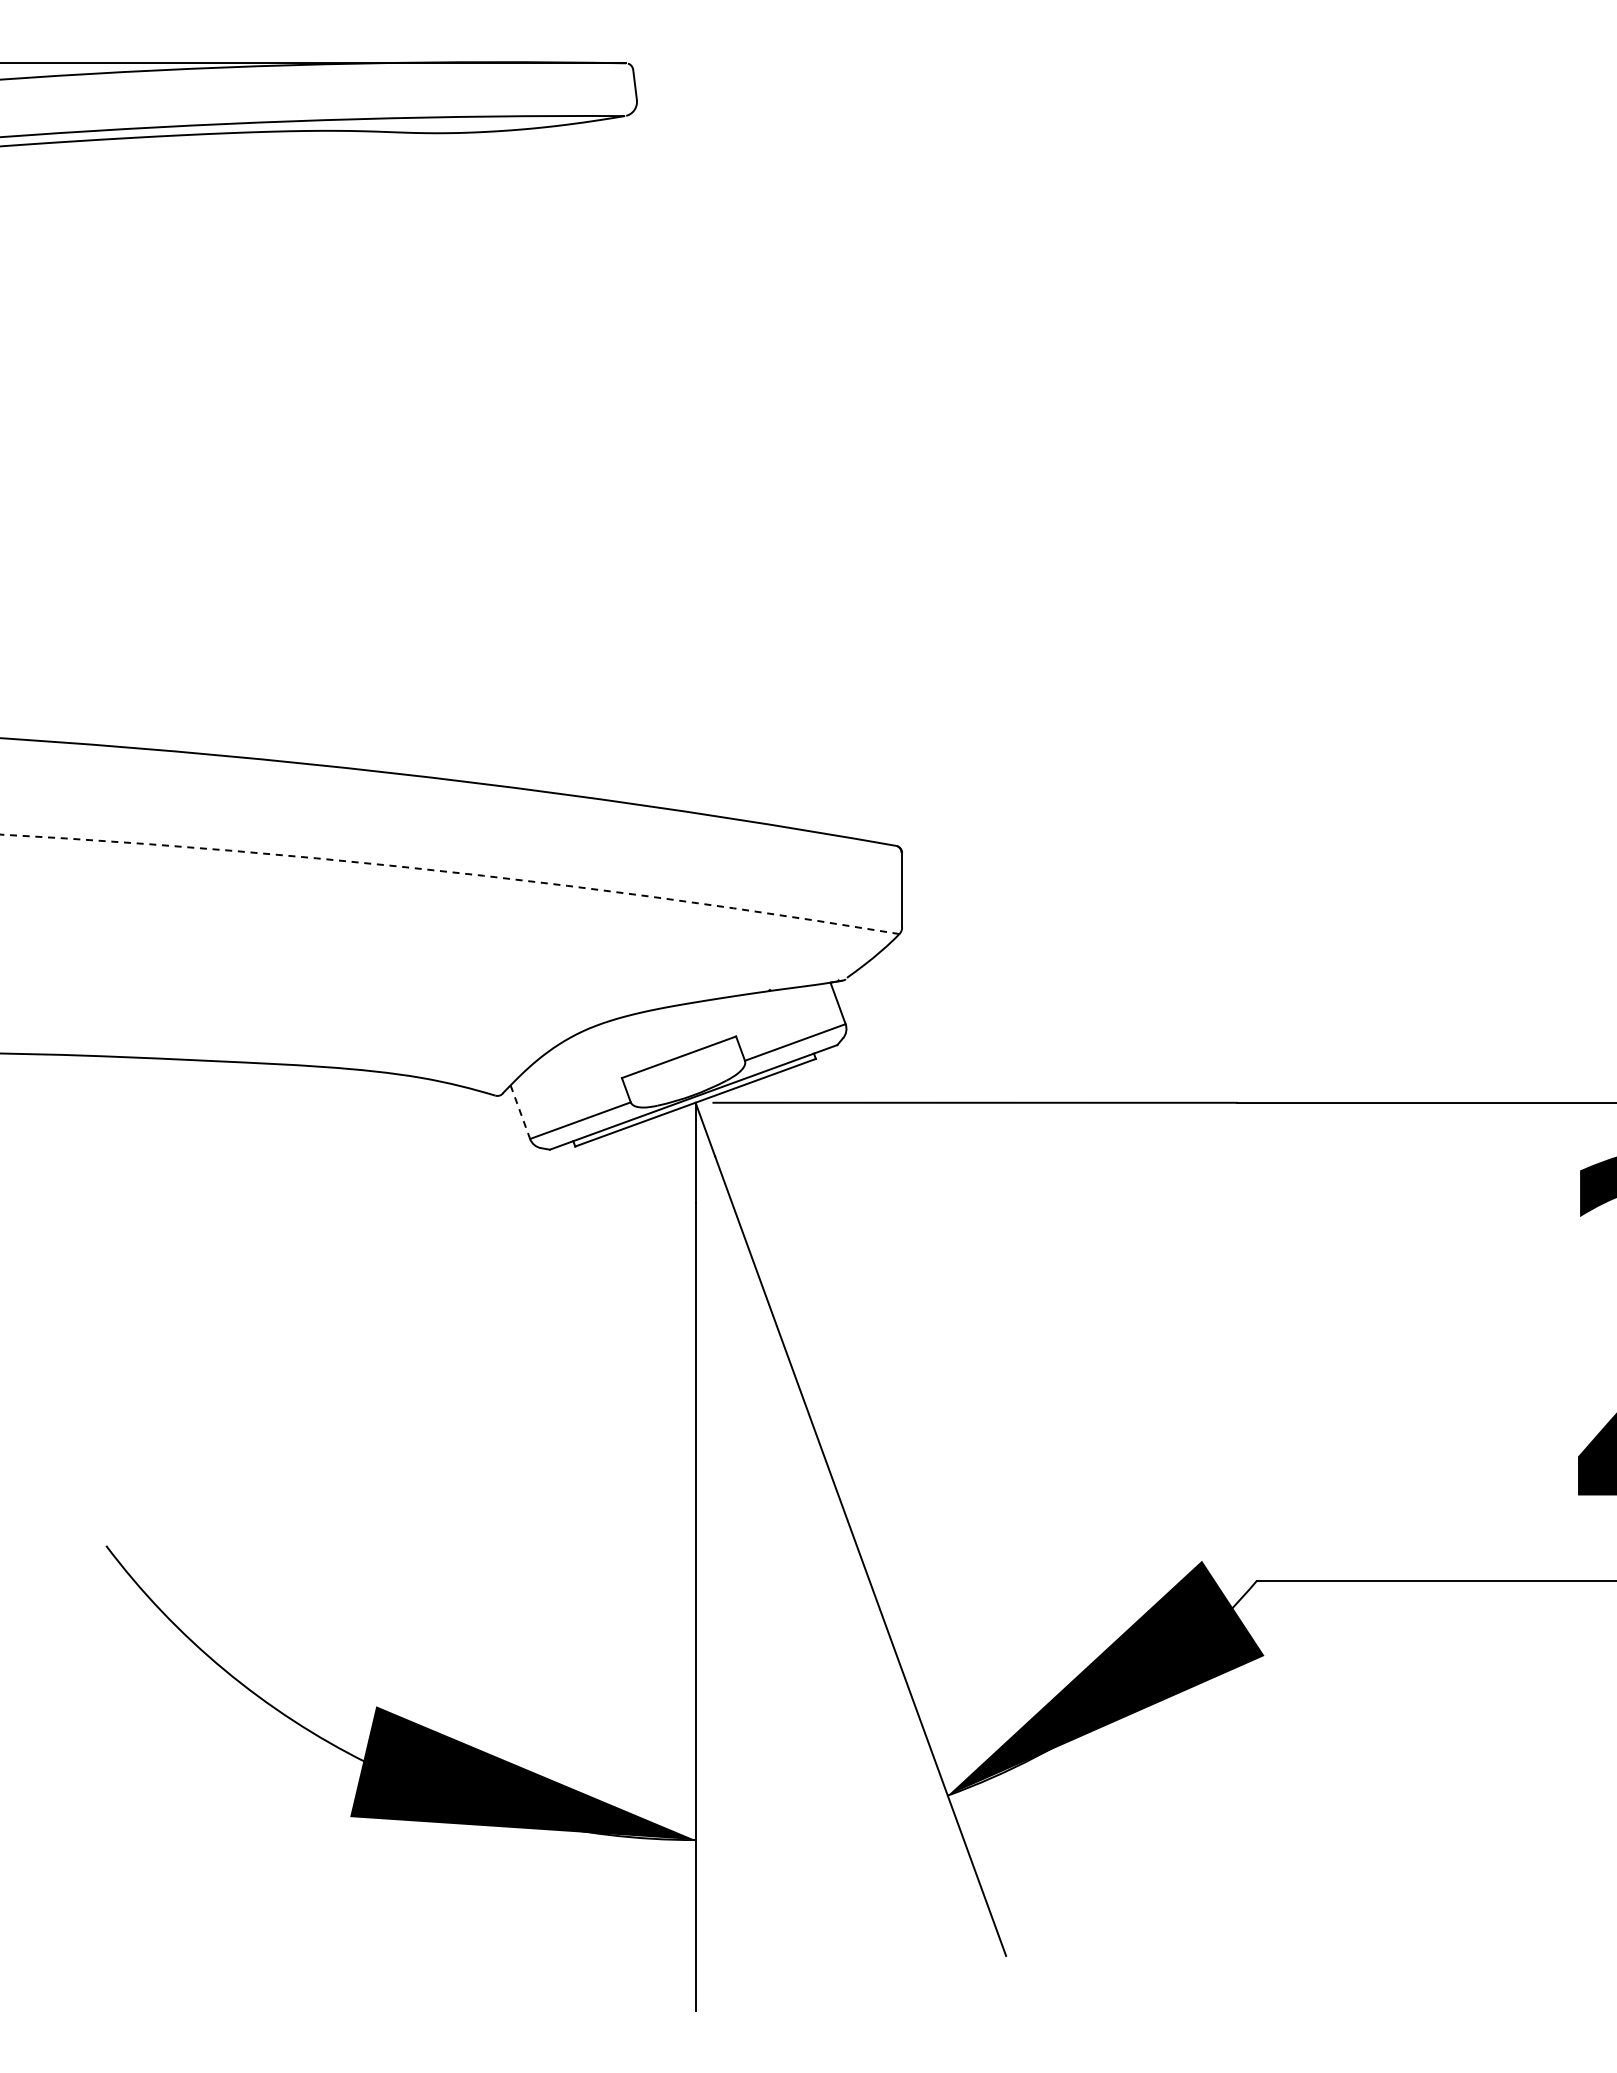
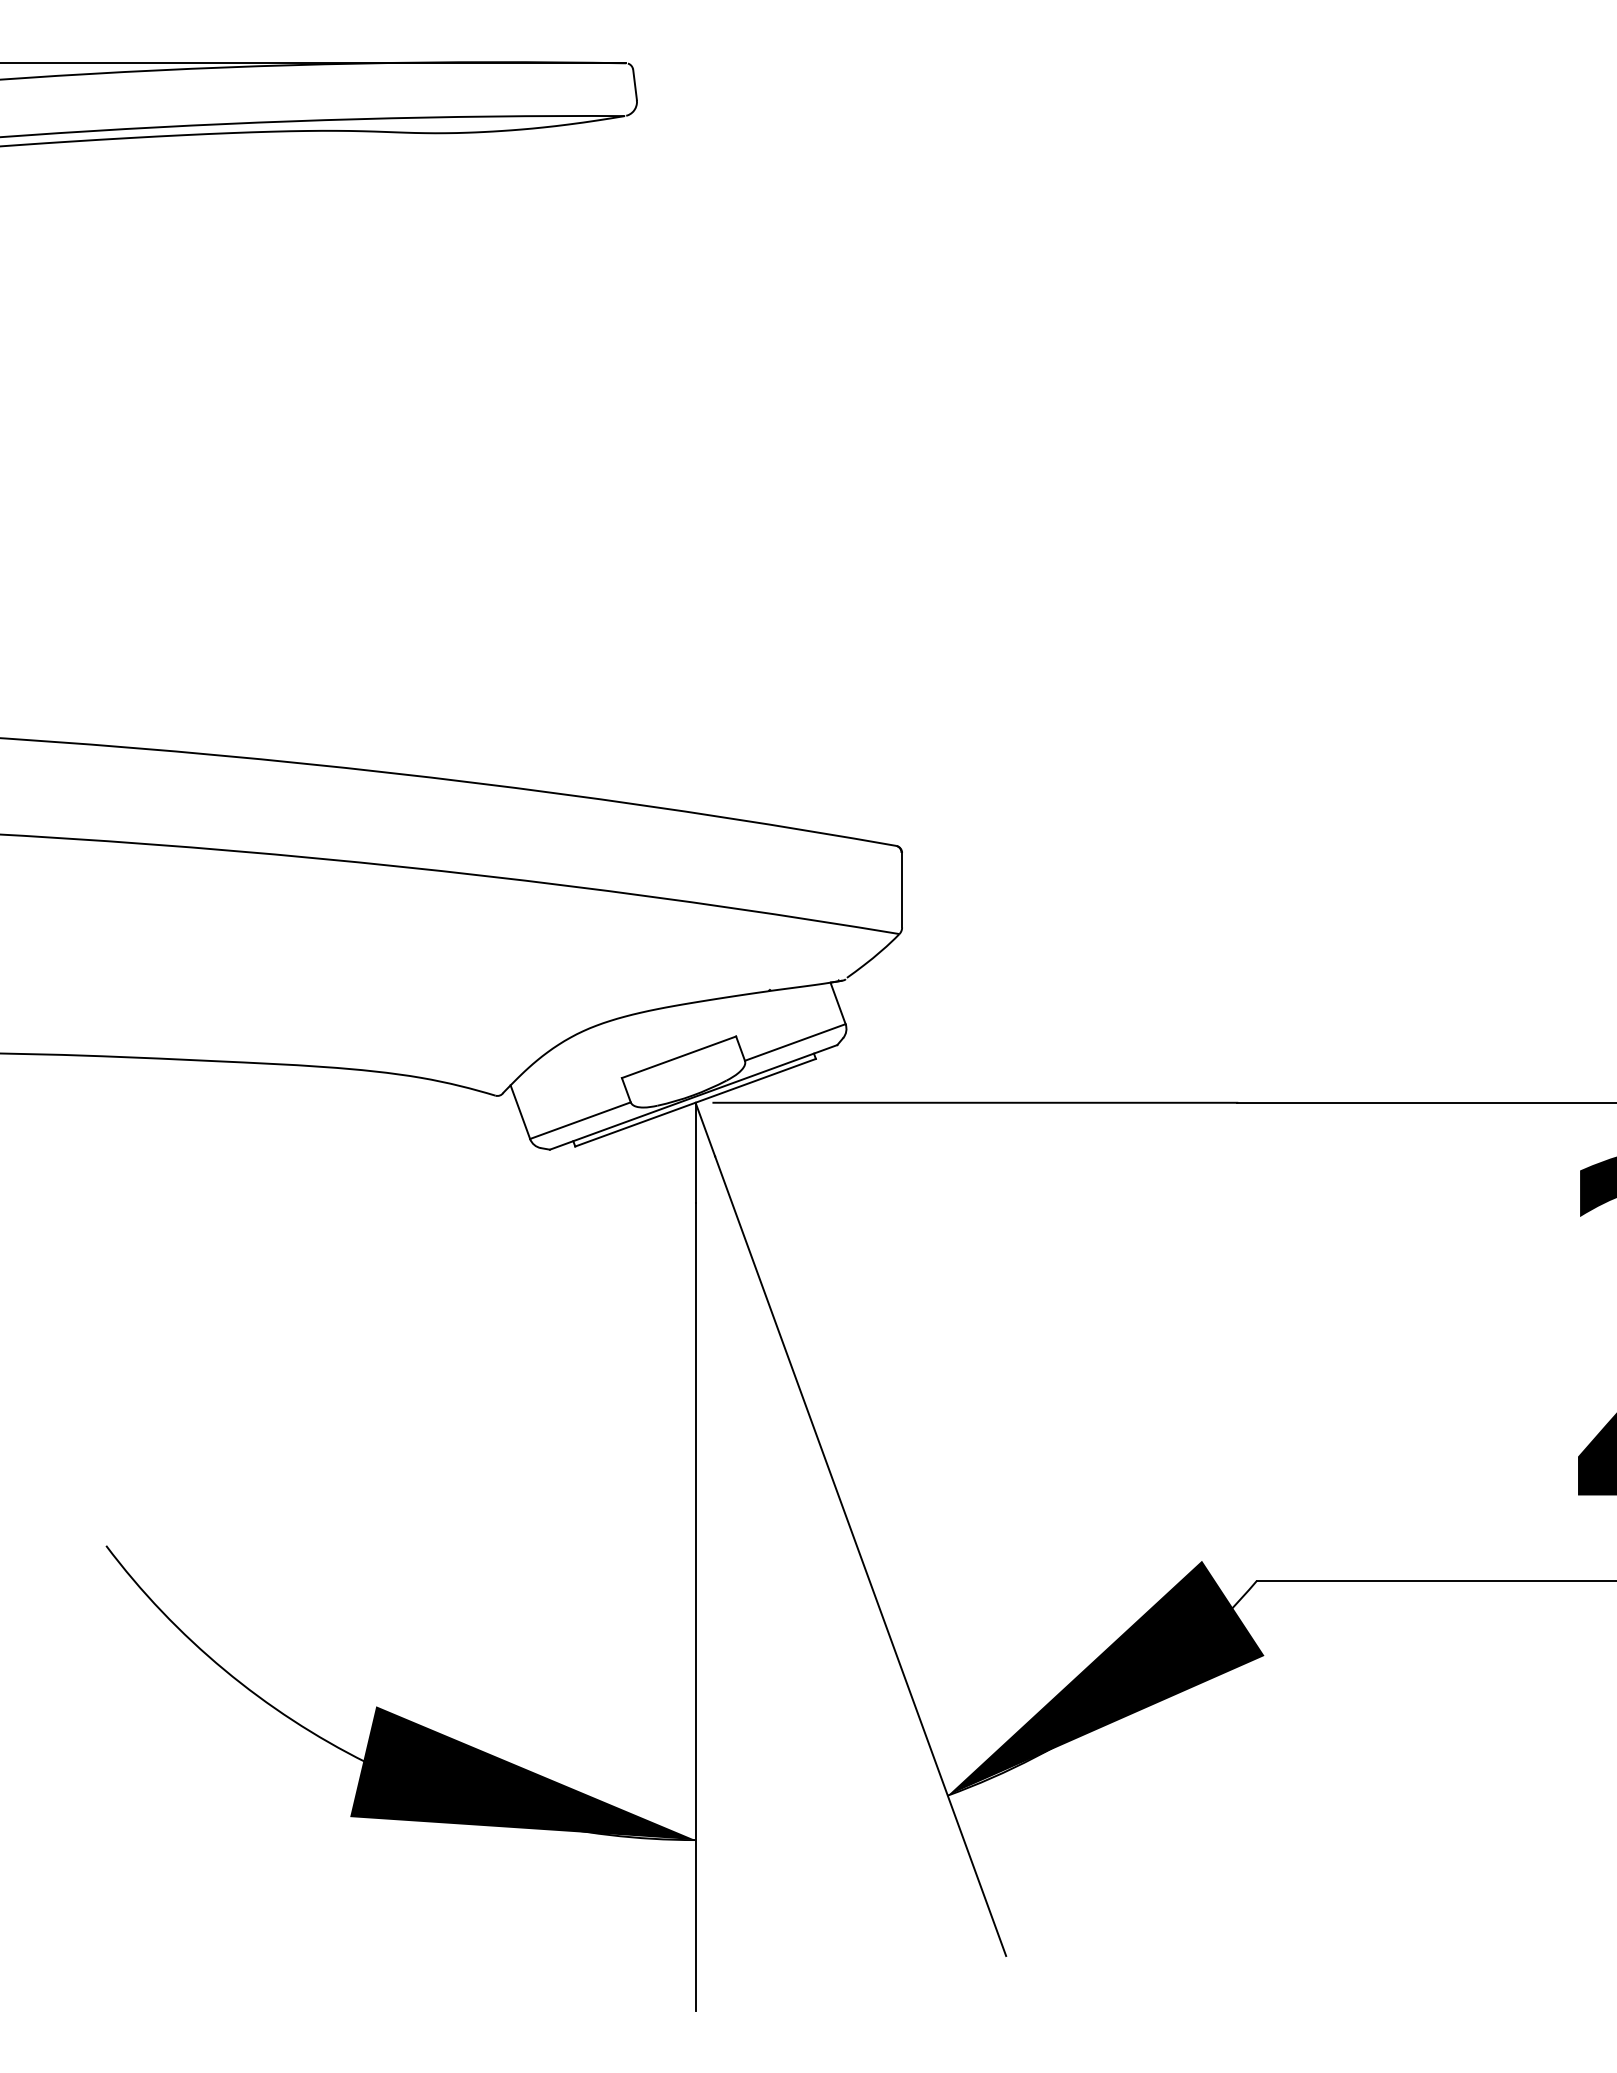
arc at (450, 872): dashed -> solid
line at (520, 1112): dashed -> solid
